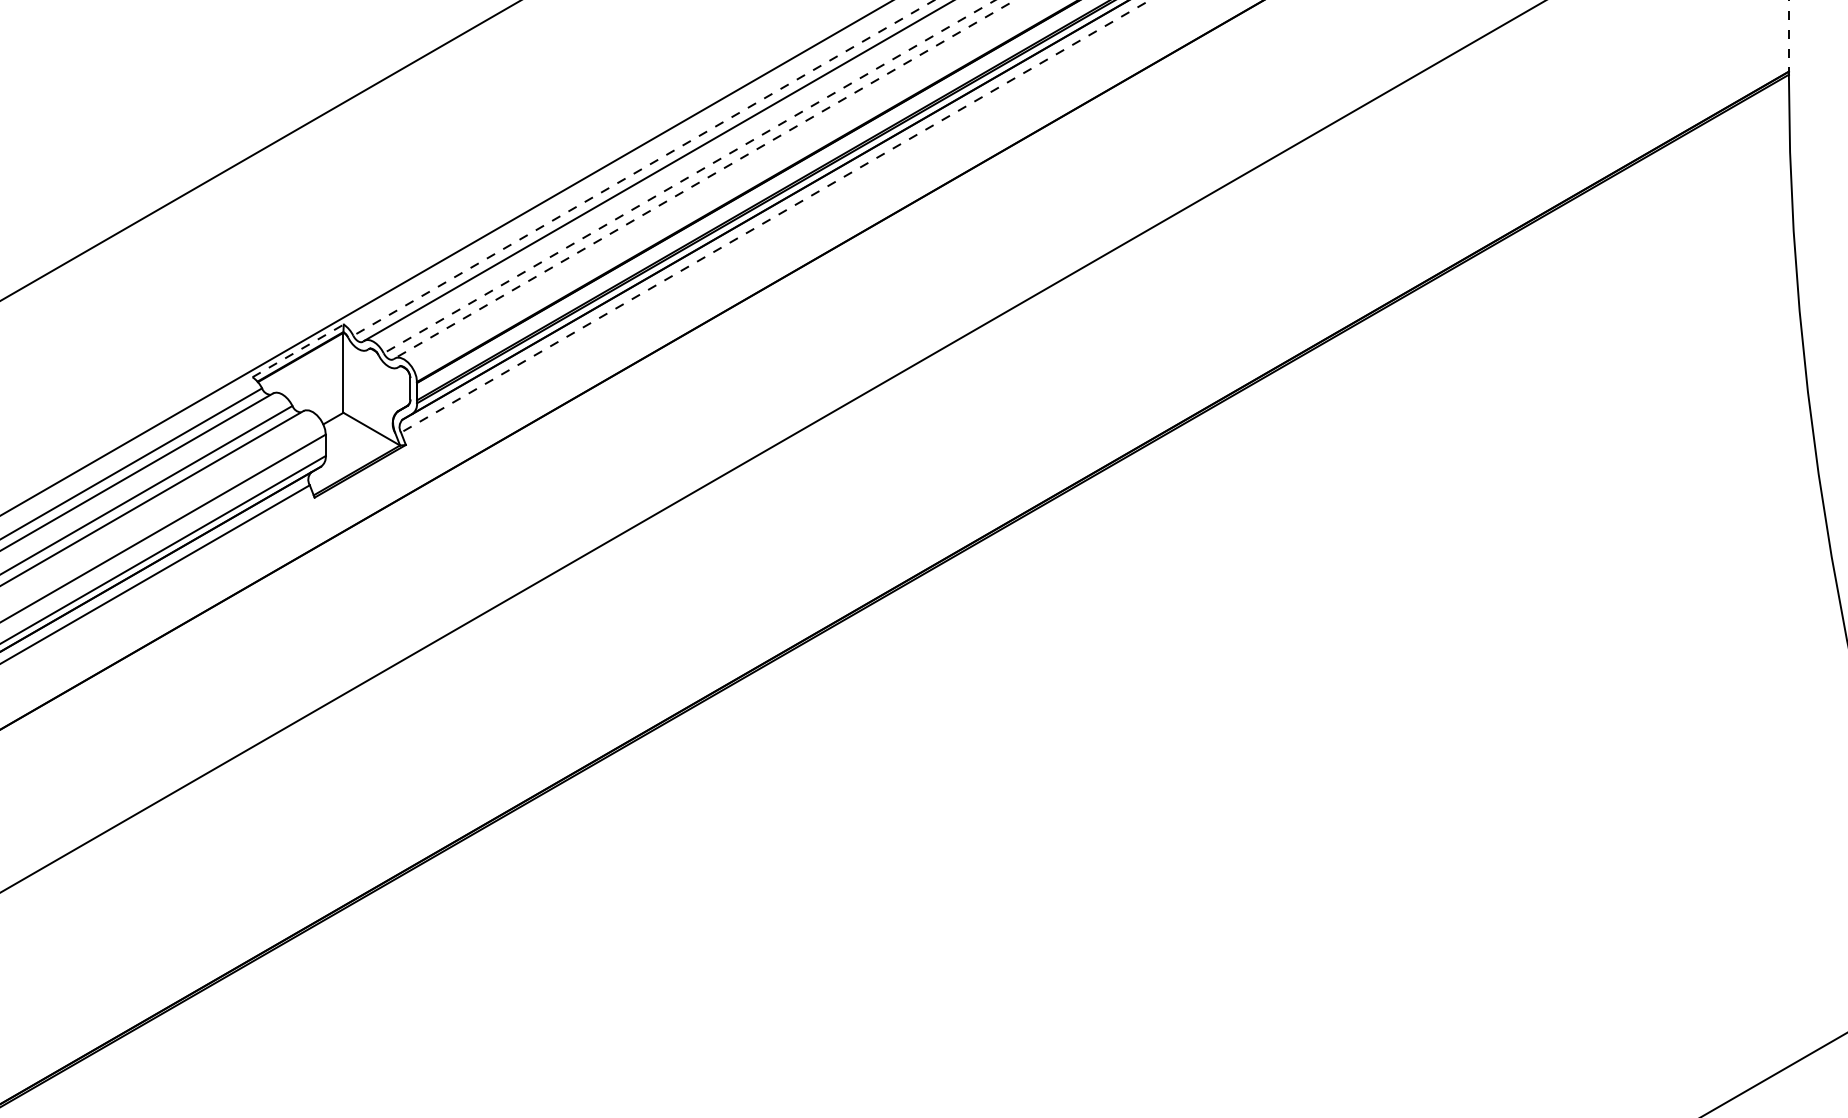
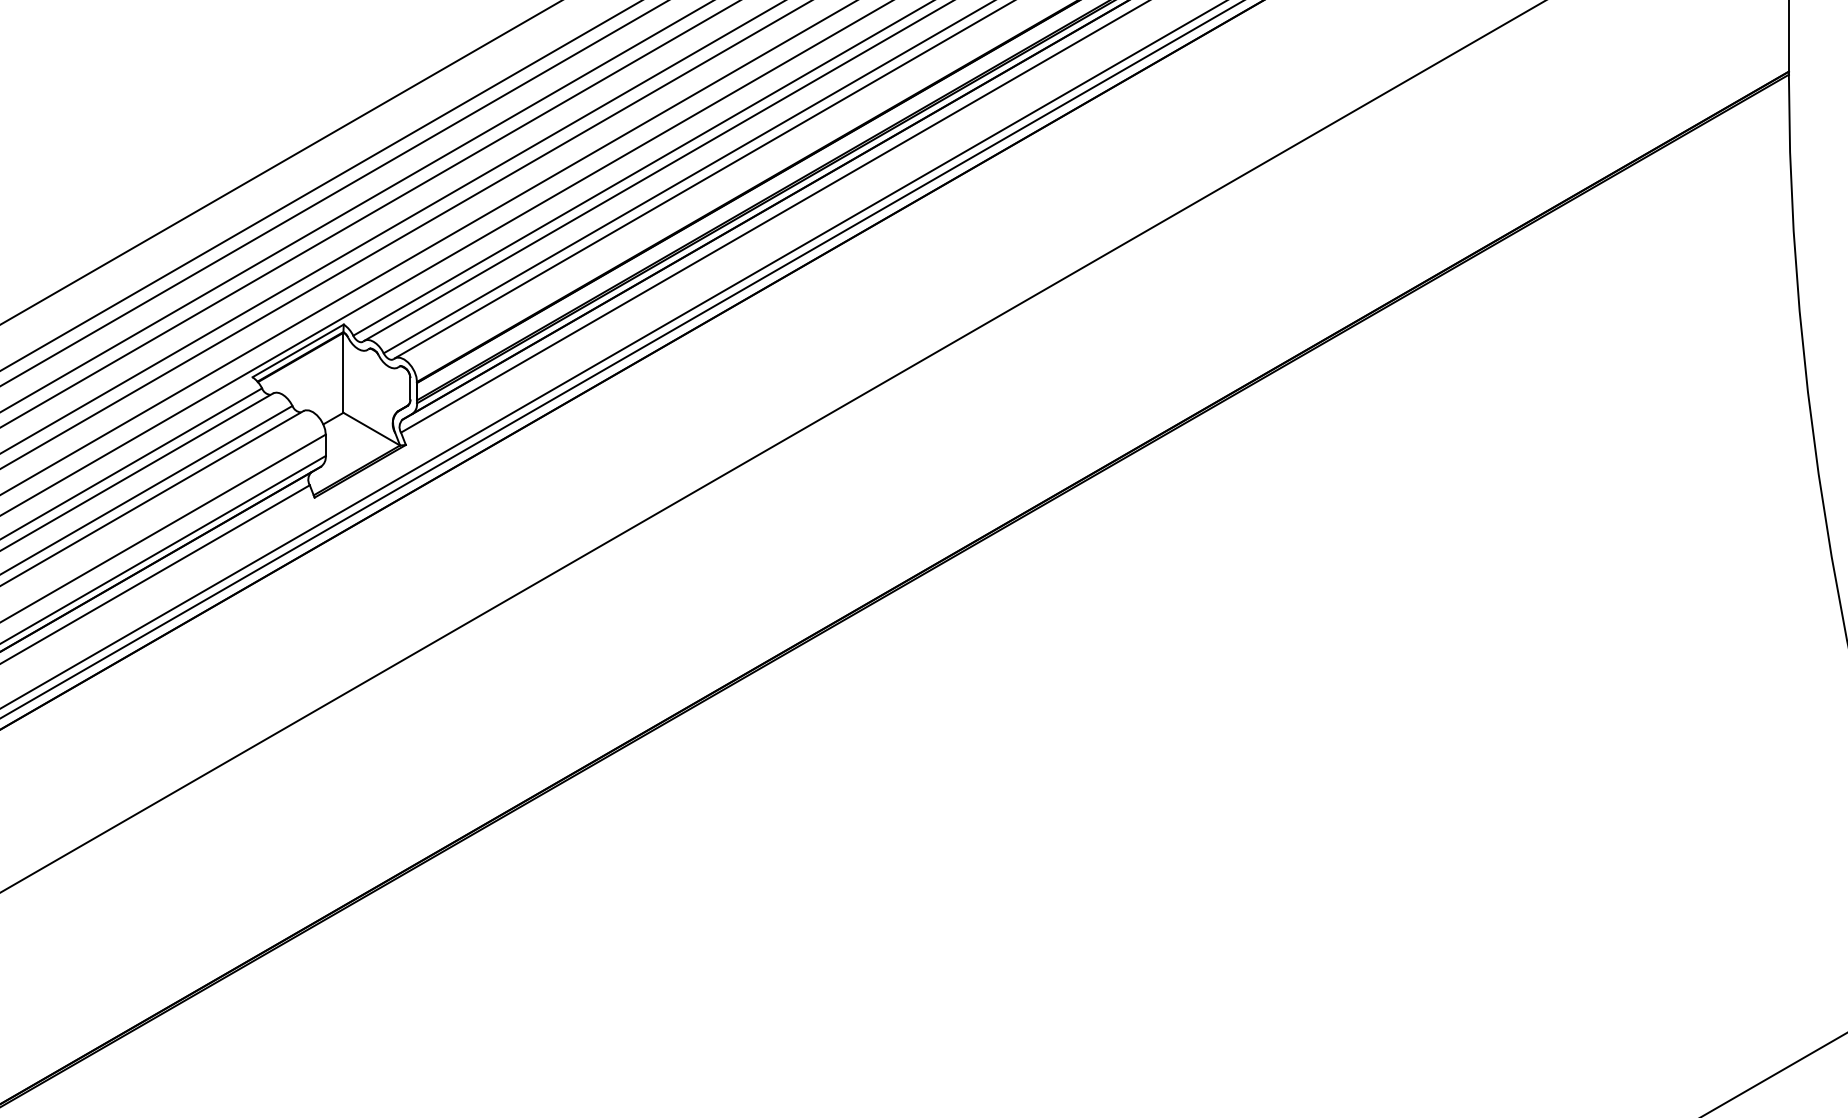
line at (1788, 36): dashed -> solid
line at (259, 150) position: (259, 150) -> (280, 162)
line at (643, 168): dashed -> solid
line at (689, 176): dashed -> solid
line at (704, 179): dashed -> solid
line at (320, 185): none -> present
line at (333, 193): none -> present
line at (356, 206): none -> present
line at (369, 214): none -> present
line at (775, 216): dashed -> solid
line at (392, 227): none -> present
line at (405, 234): none -> present
line at (428, 248): none -> present
line at (298, 350): dashed -> solid
line at (612, 354): none -> present
line at (621, 359): none -> present
